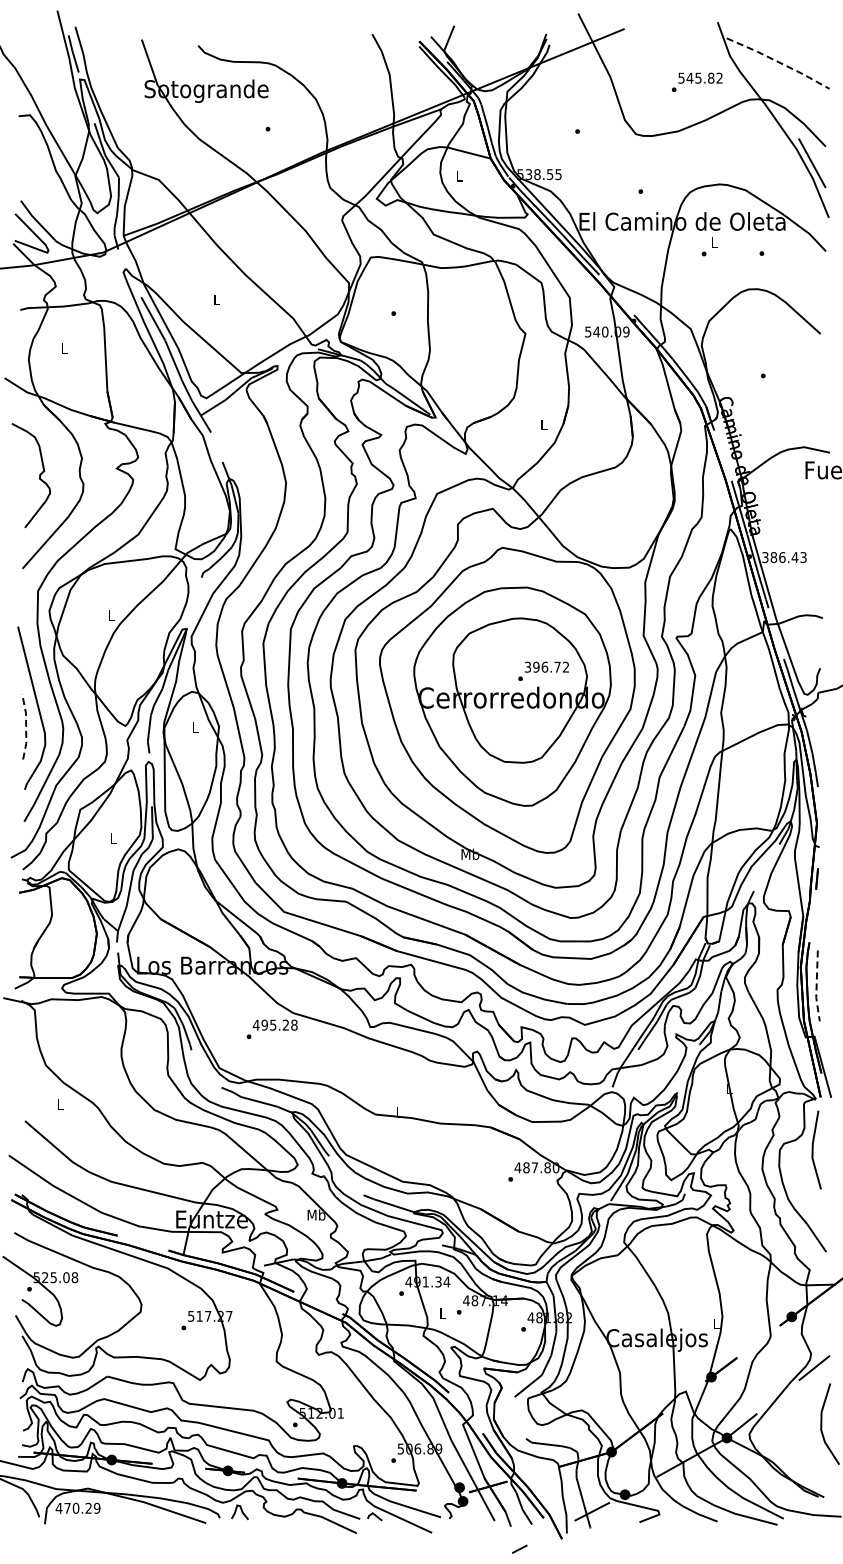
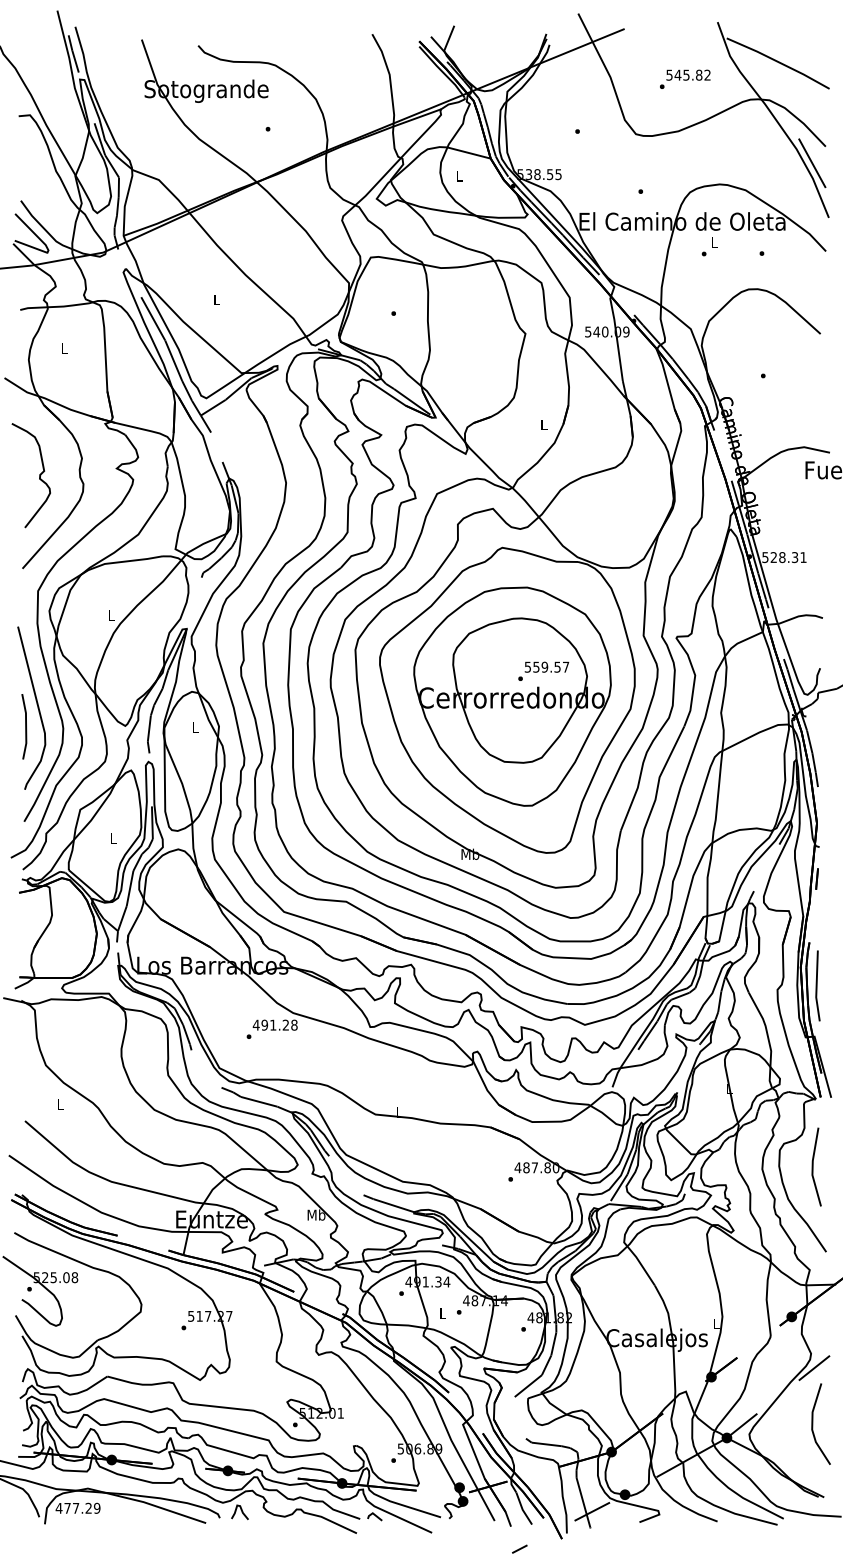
line at (778, 62): dashed -> solid
text at (697, 81) position: (697, 81) -> (685, 78)
text at (784, 557): 386.43 -> 528.31
text at (547, 666): 396.72 -> 559.57
line at (26, 726): dashed -> solid
line at (816, 987): dashed -> solid
text at (273, 1024): 495.28 -> 491.28
line at (813, 1149) position: (813, 1149) -> (813, 1166)
line at (822, 1423) position: (822, 1423) -> (813, 1423)
text at (75, 1507): 470.29 -> 477.29
